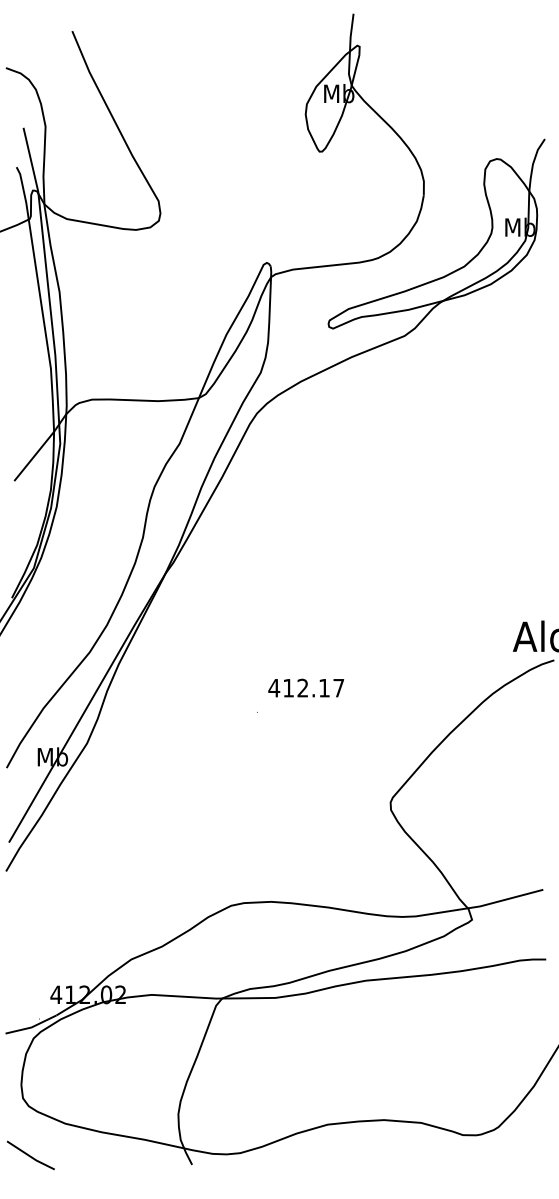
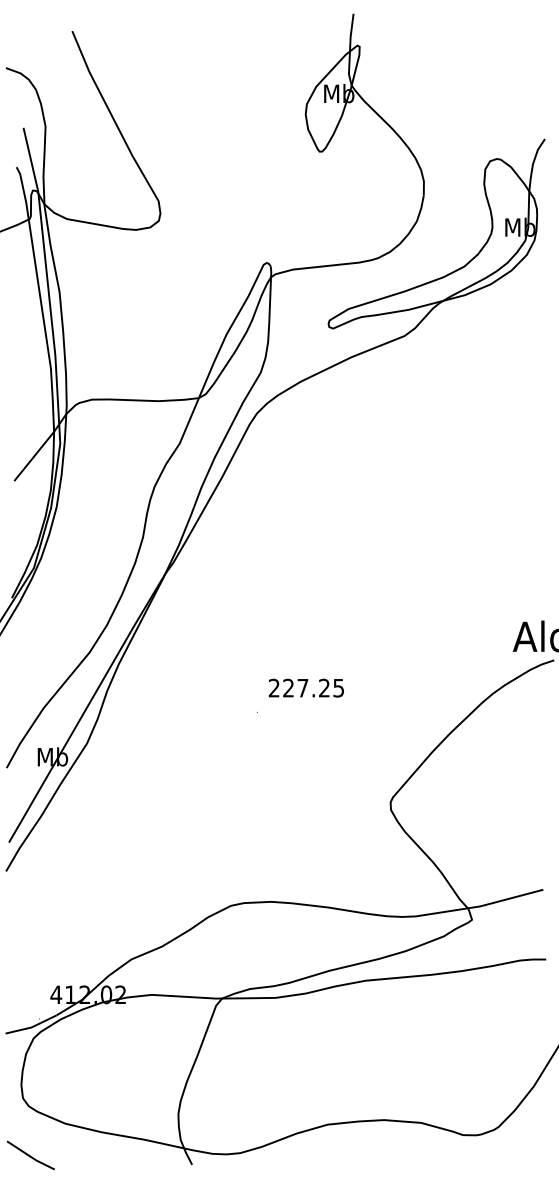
text at (306, 687): 412.17 -> 227.25
